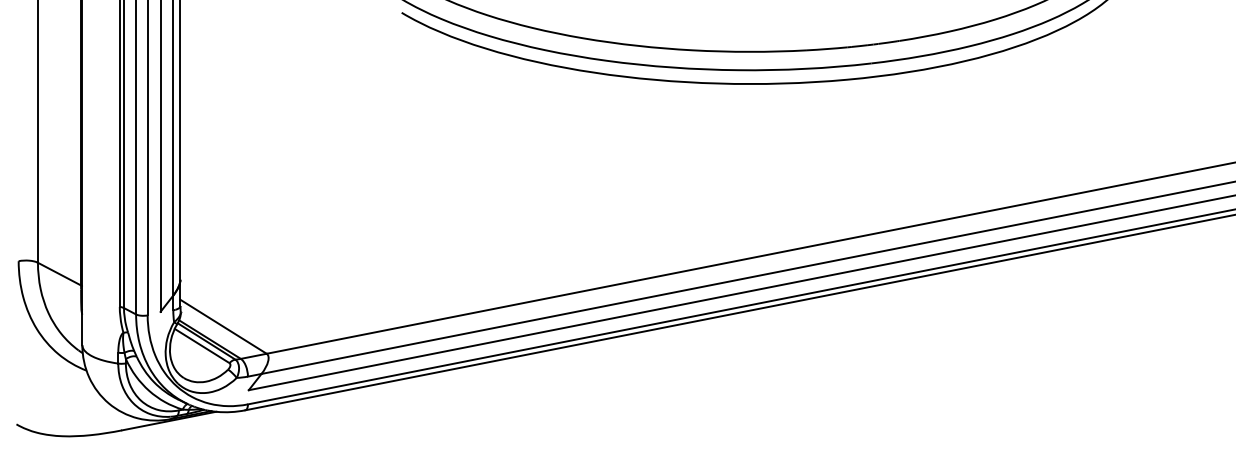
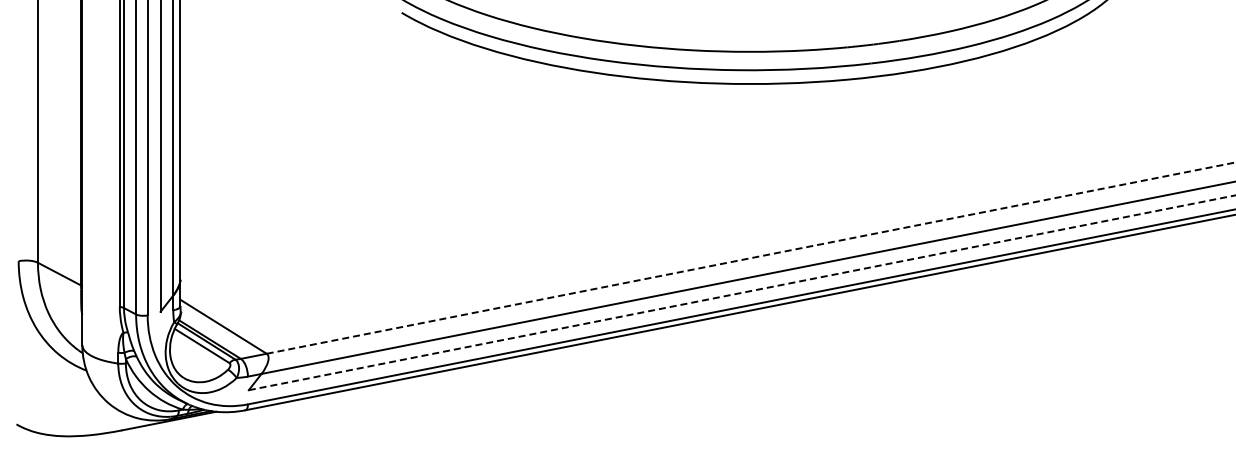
line at (751, 258): solid -> dashed
line at (742, 292): solid -> dashed
